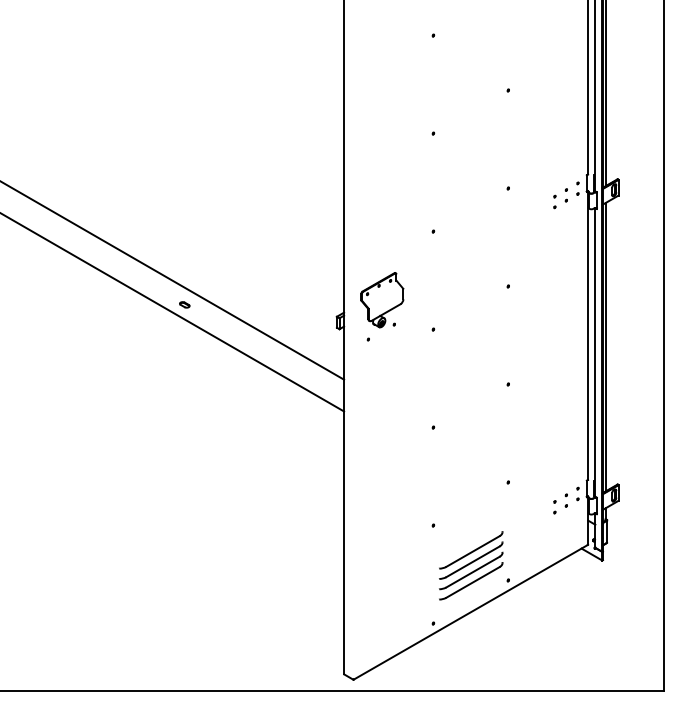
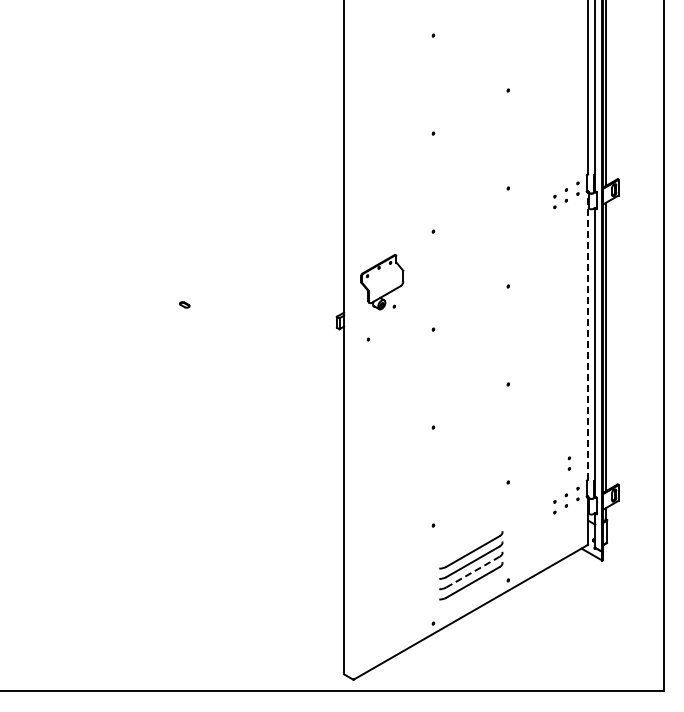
line at (173, 280): present -> none
part at (382, 300) position: (382, 300) -> (382, 282)
line at (173, 312): present -> none
line at (588, 334): solid -> dashed
part at (568, 463): none -> present
line at (472, 572): solid -> dashed
